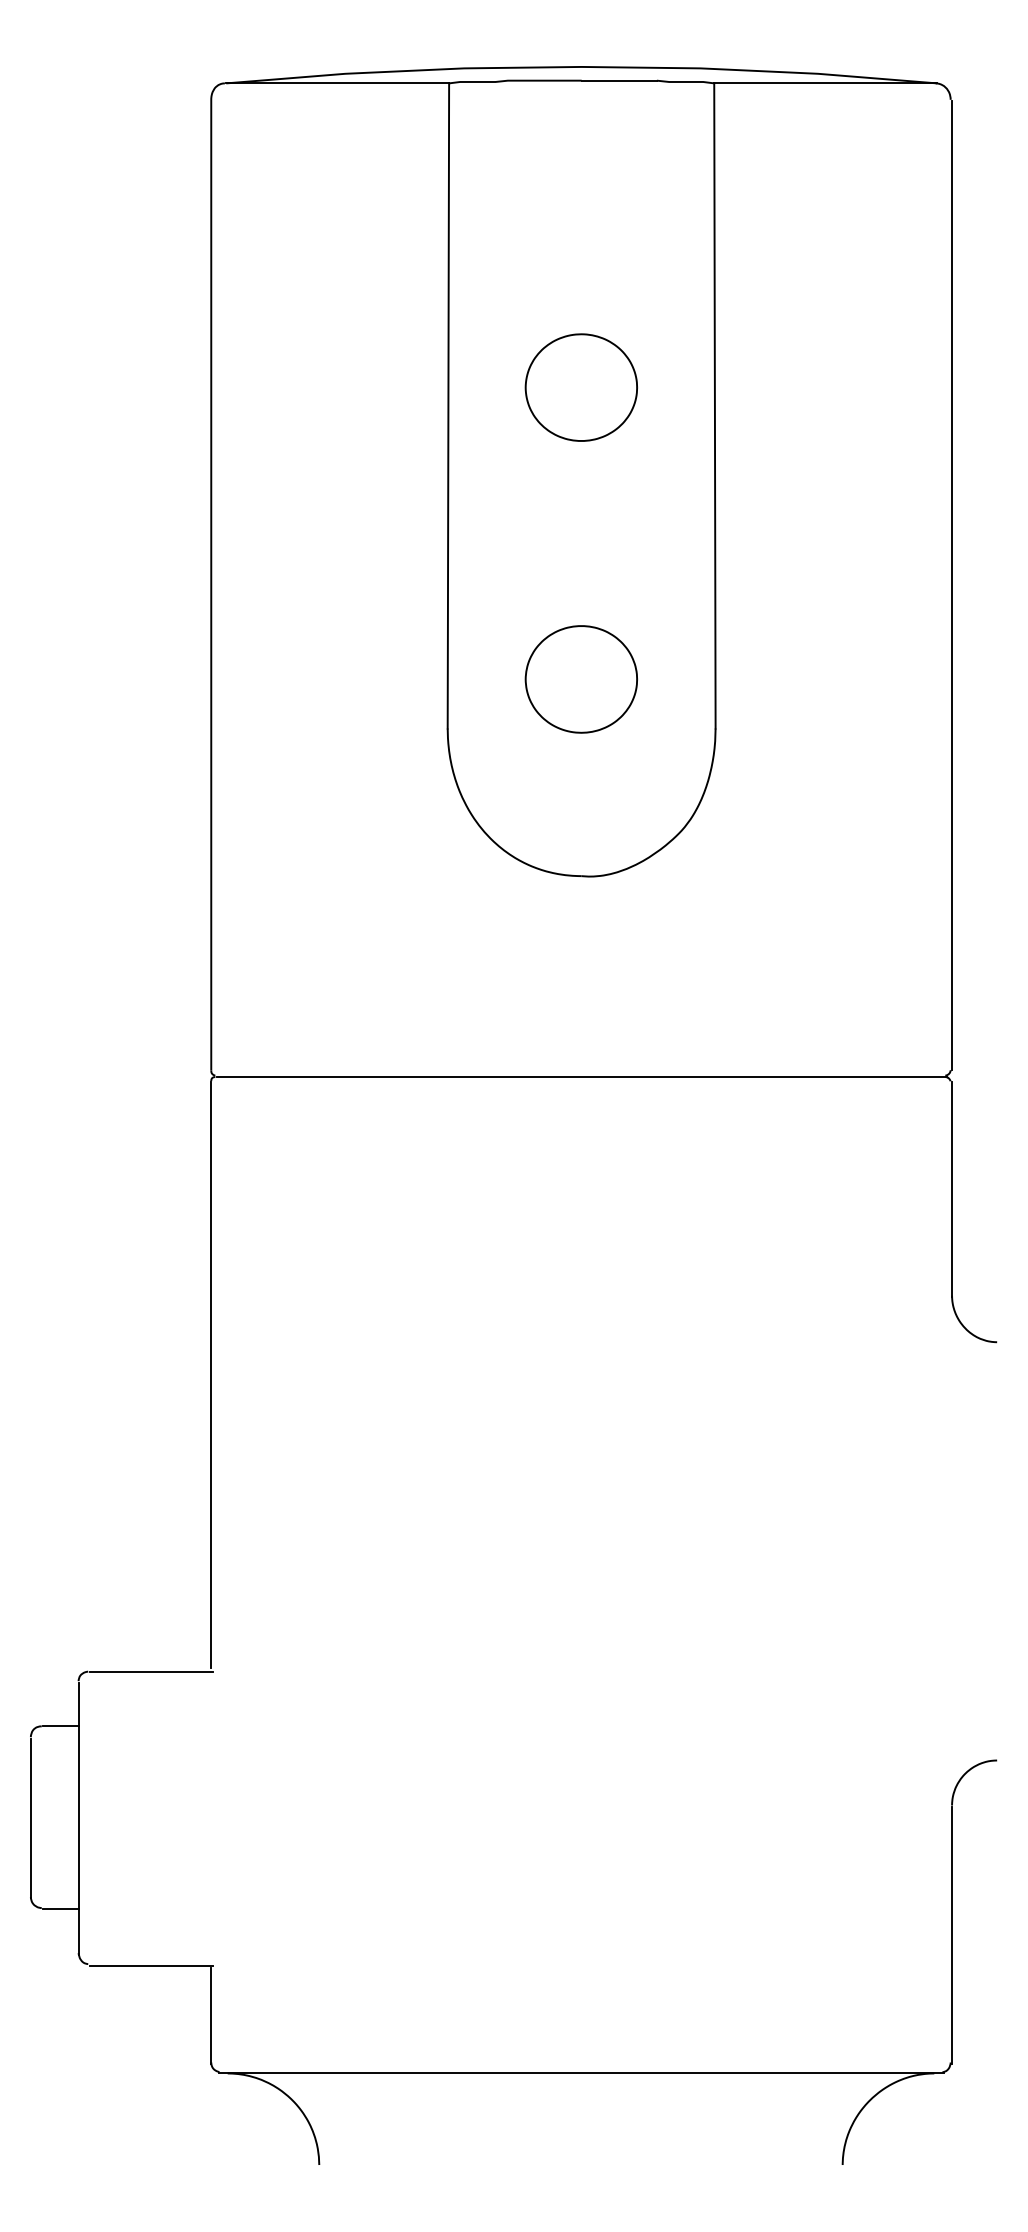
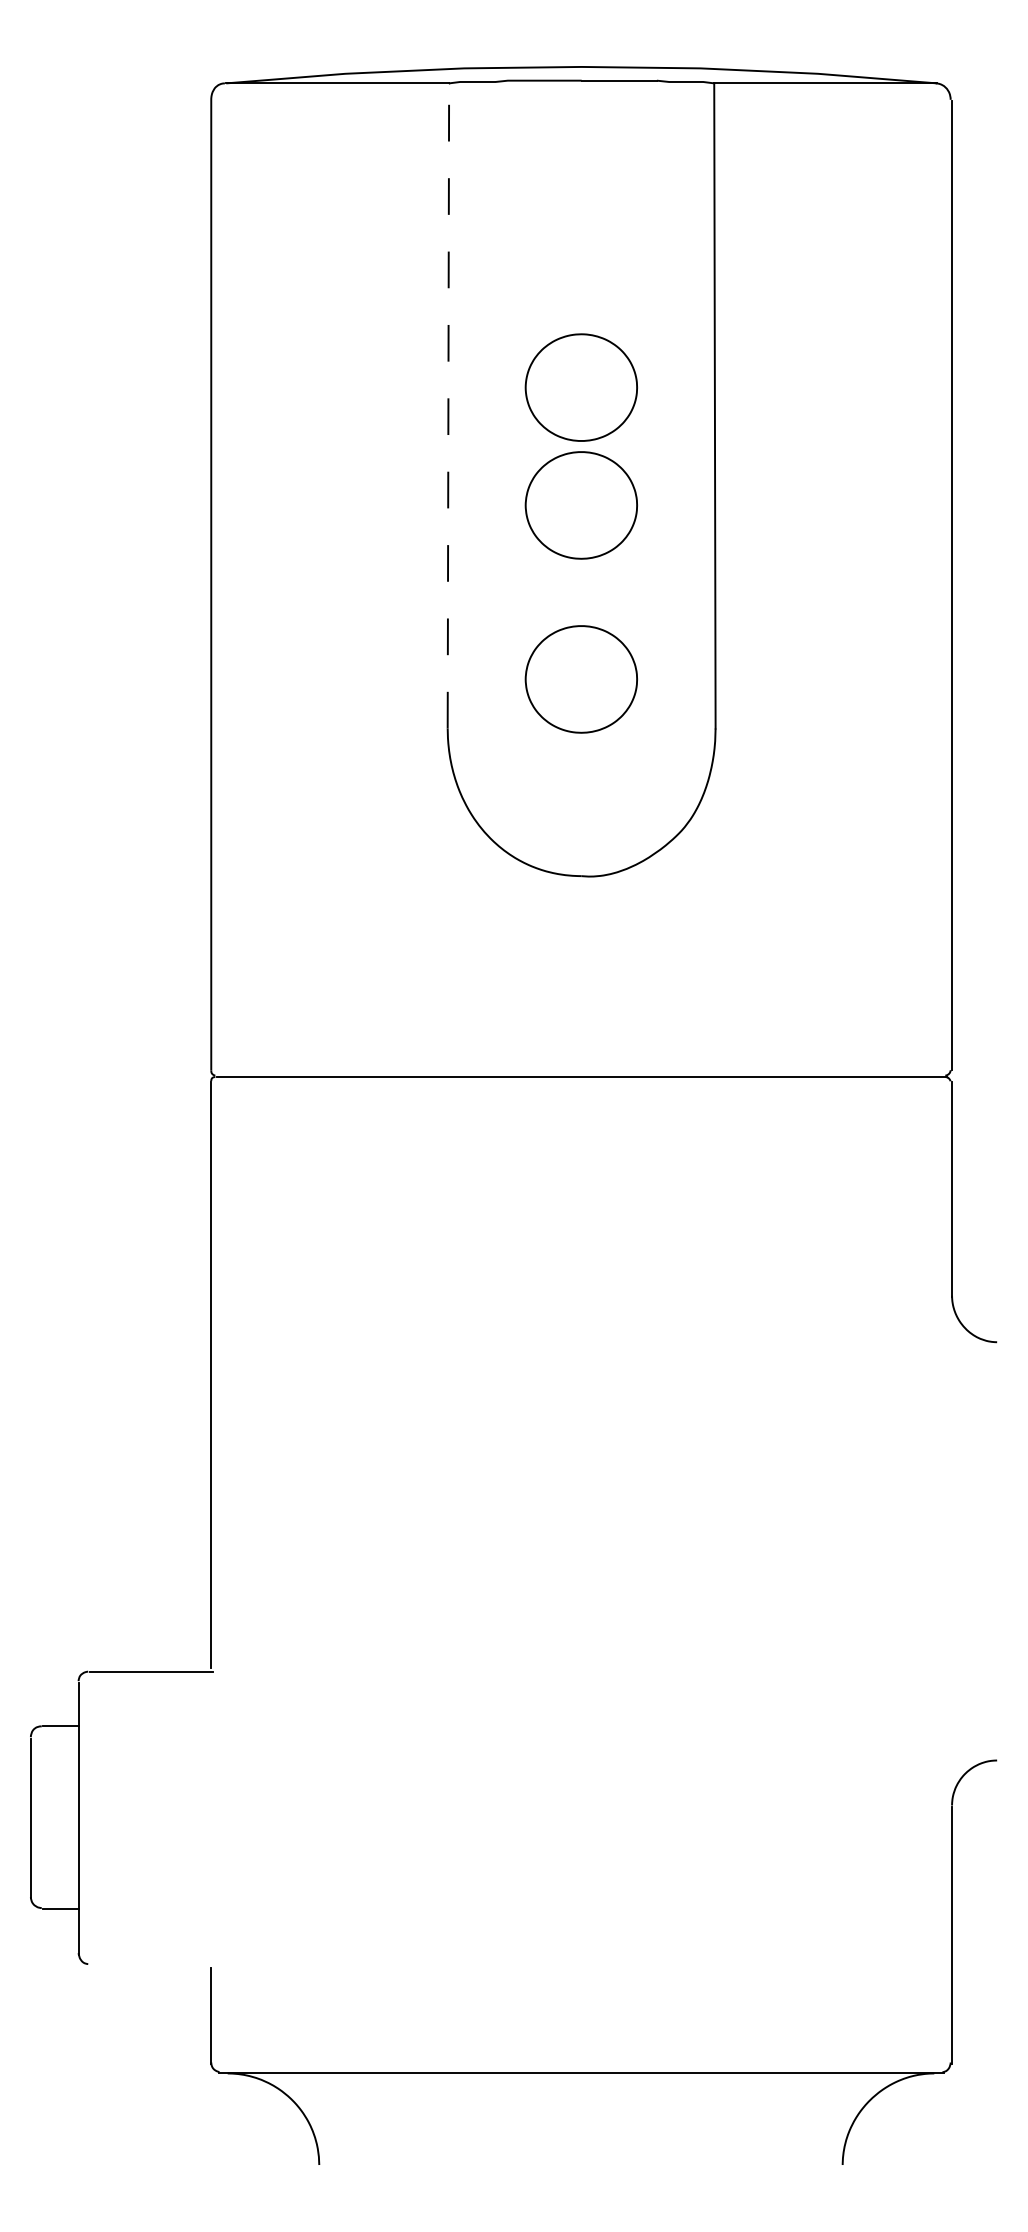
line at (448, 405): solid -> dashed
part at (580, 505): none -> present
line at (150, 1965): present -> none
